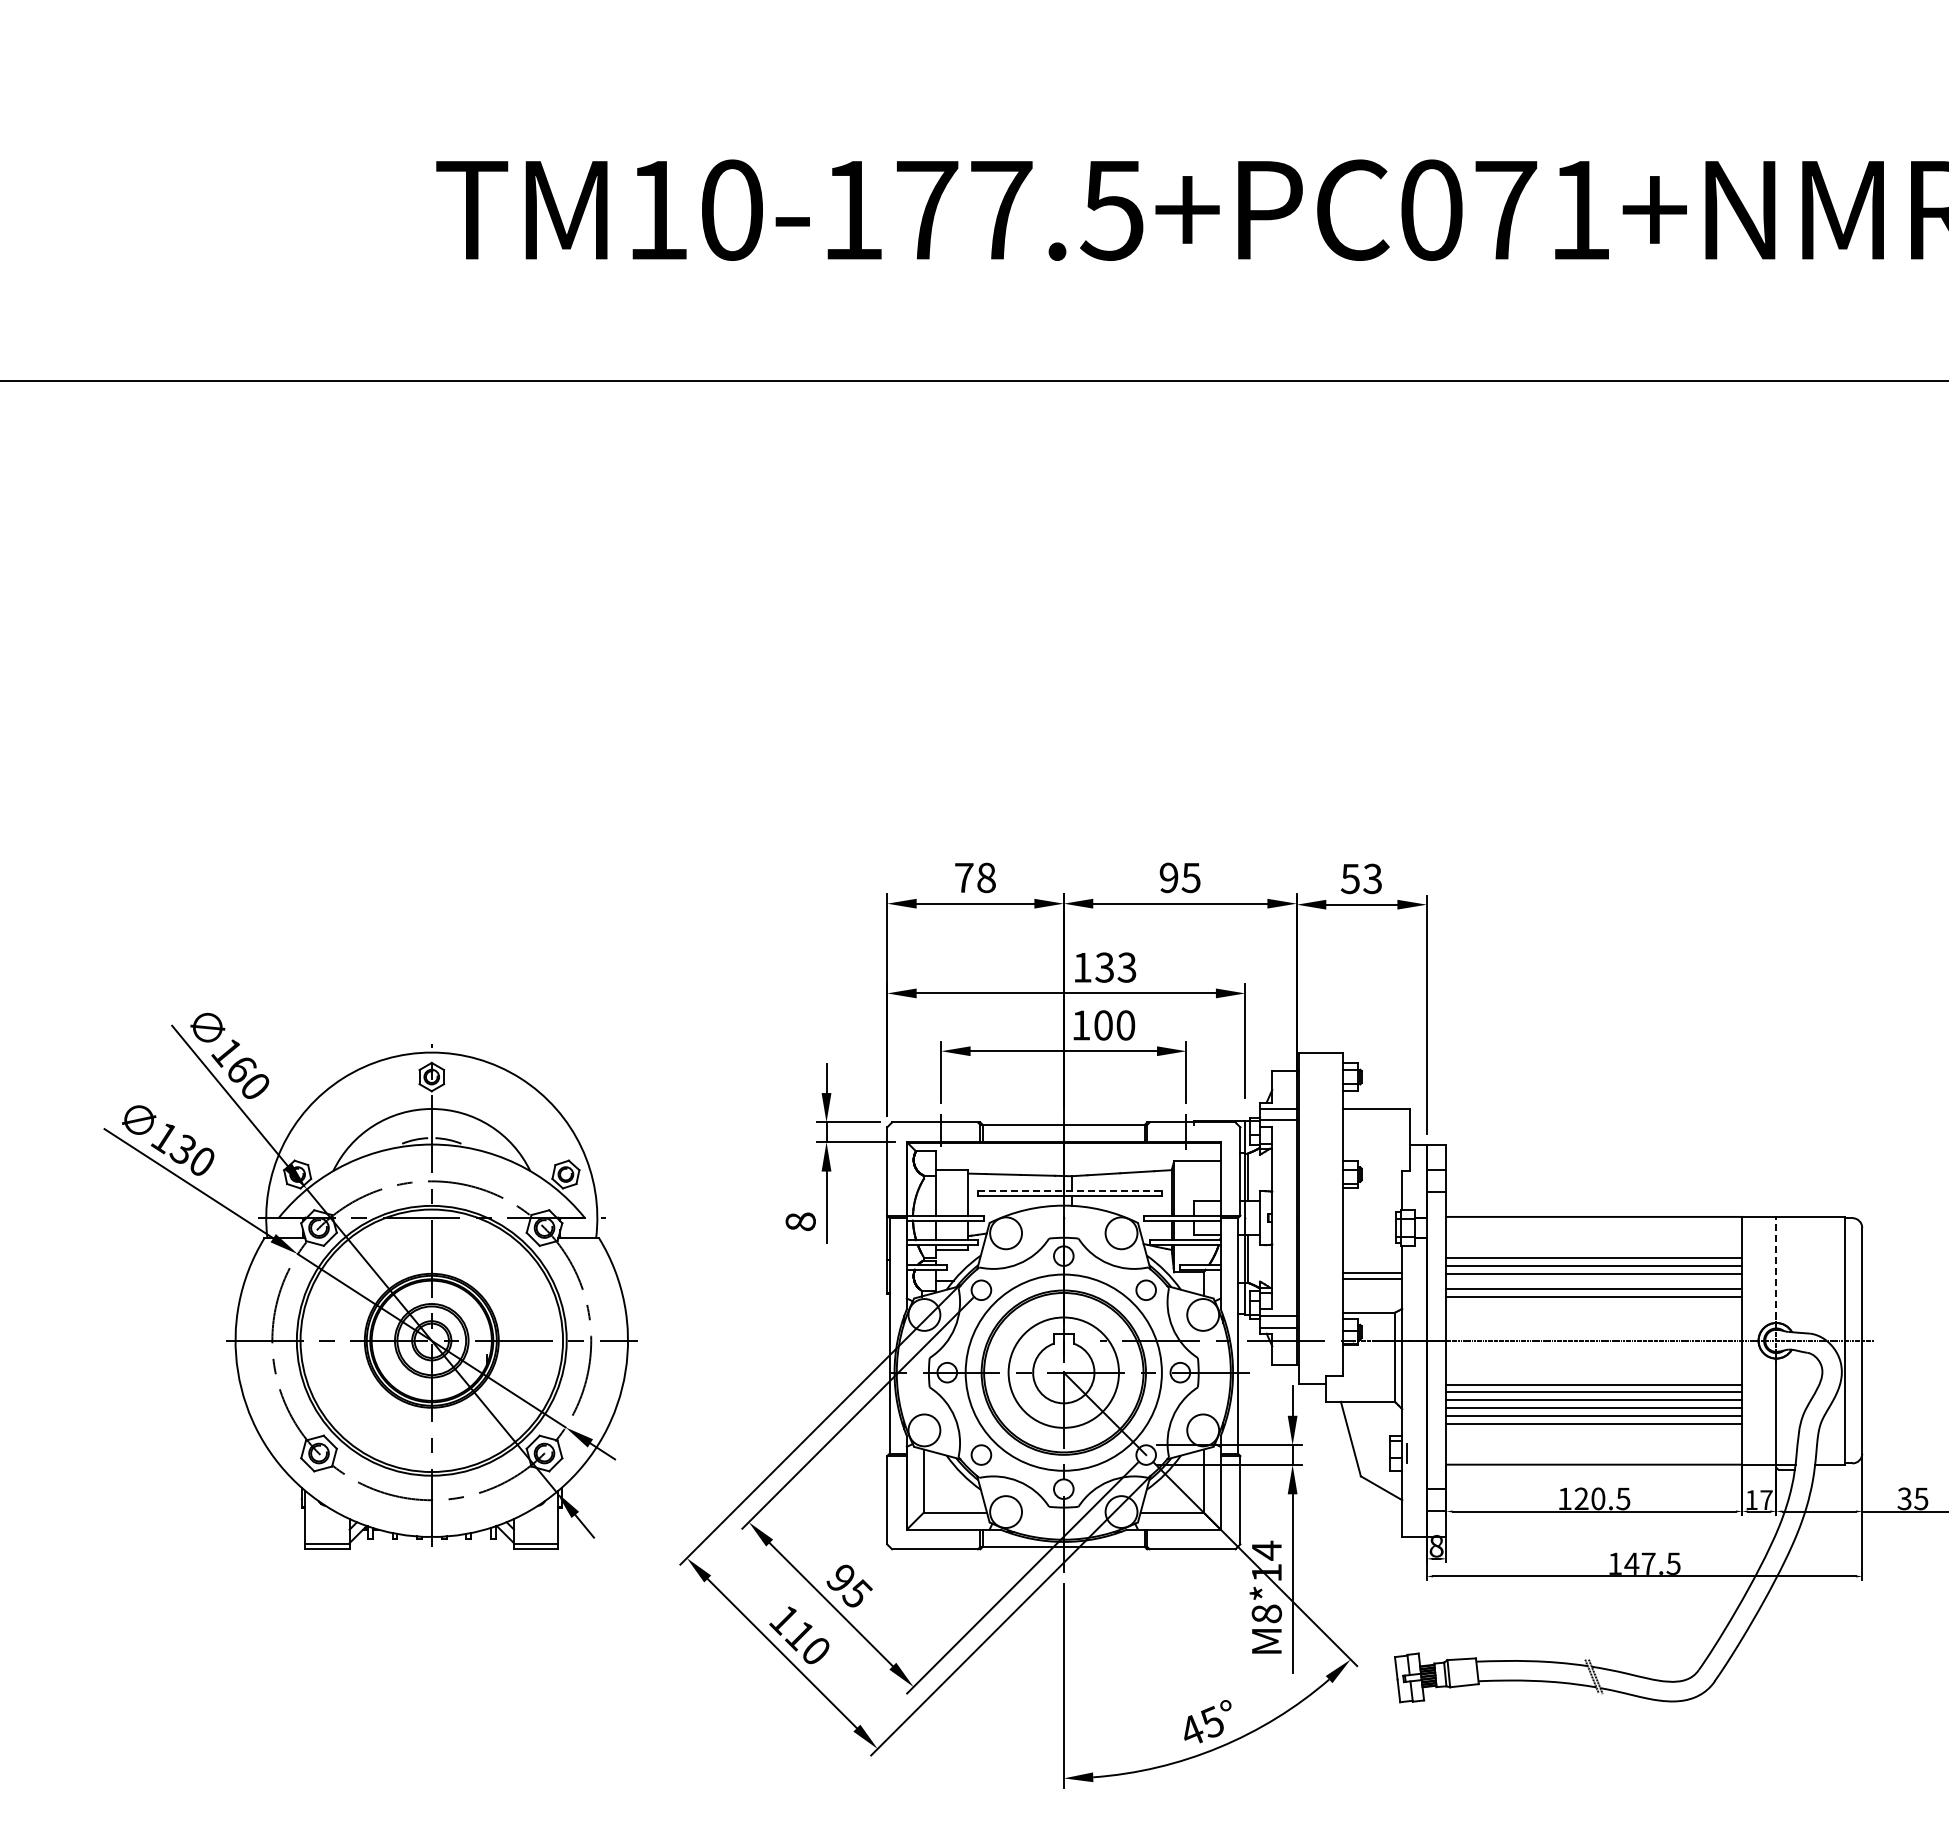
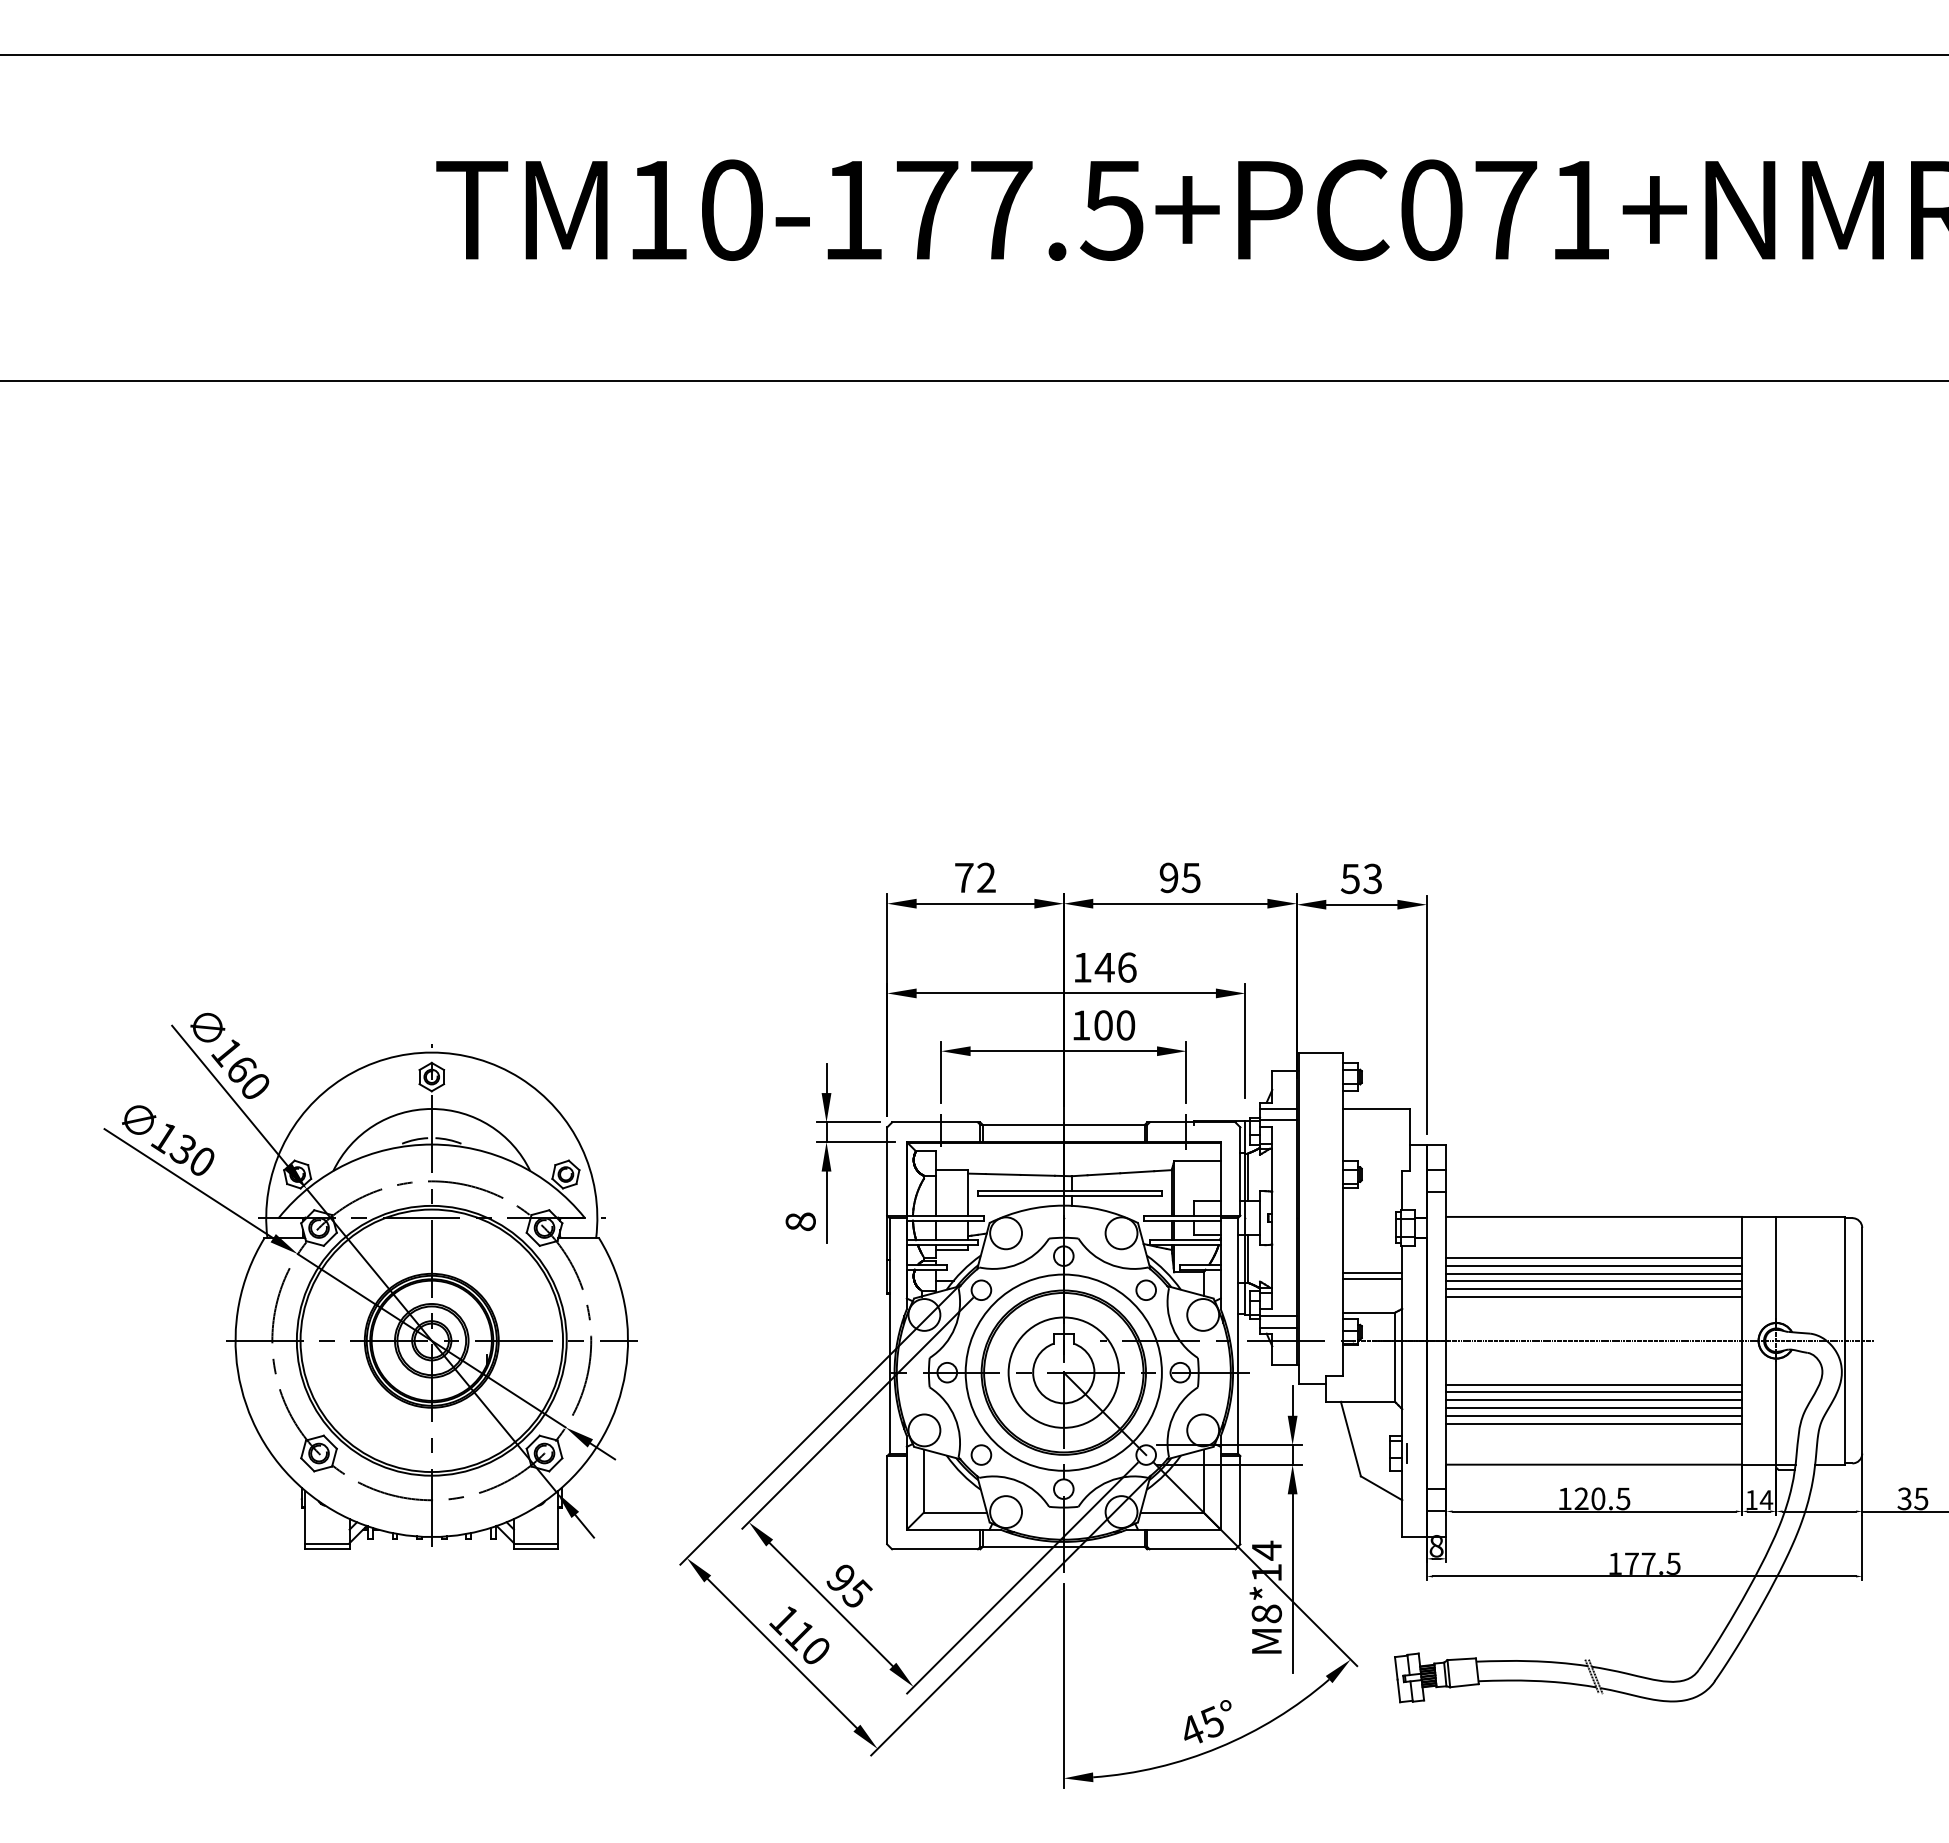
line at (973, 55): none -> present
text at (986, 877): 78 -> 72
text at (1115, 967): 133 -> 146
line at (1069, 1191): dashed -> solid
line at (1776, 1272): dashed -> solid
line at (1594, 1281): none -> present
text at (1766, 1499): 17 -> 14
text at (1631, 1563): 147.5 -> 177.5
